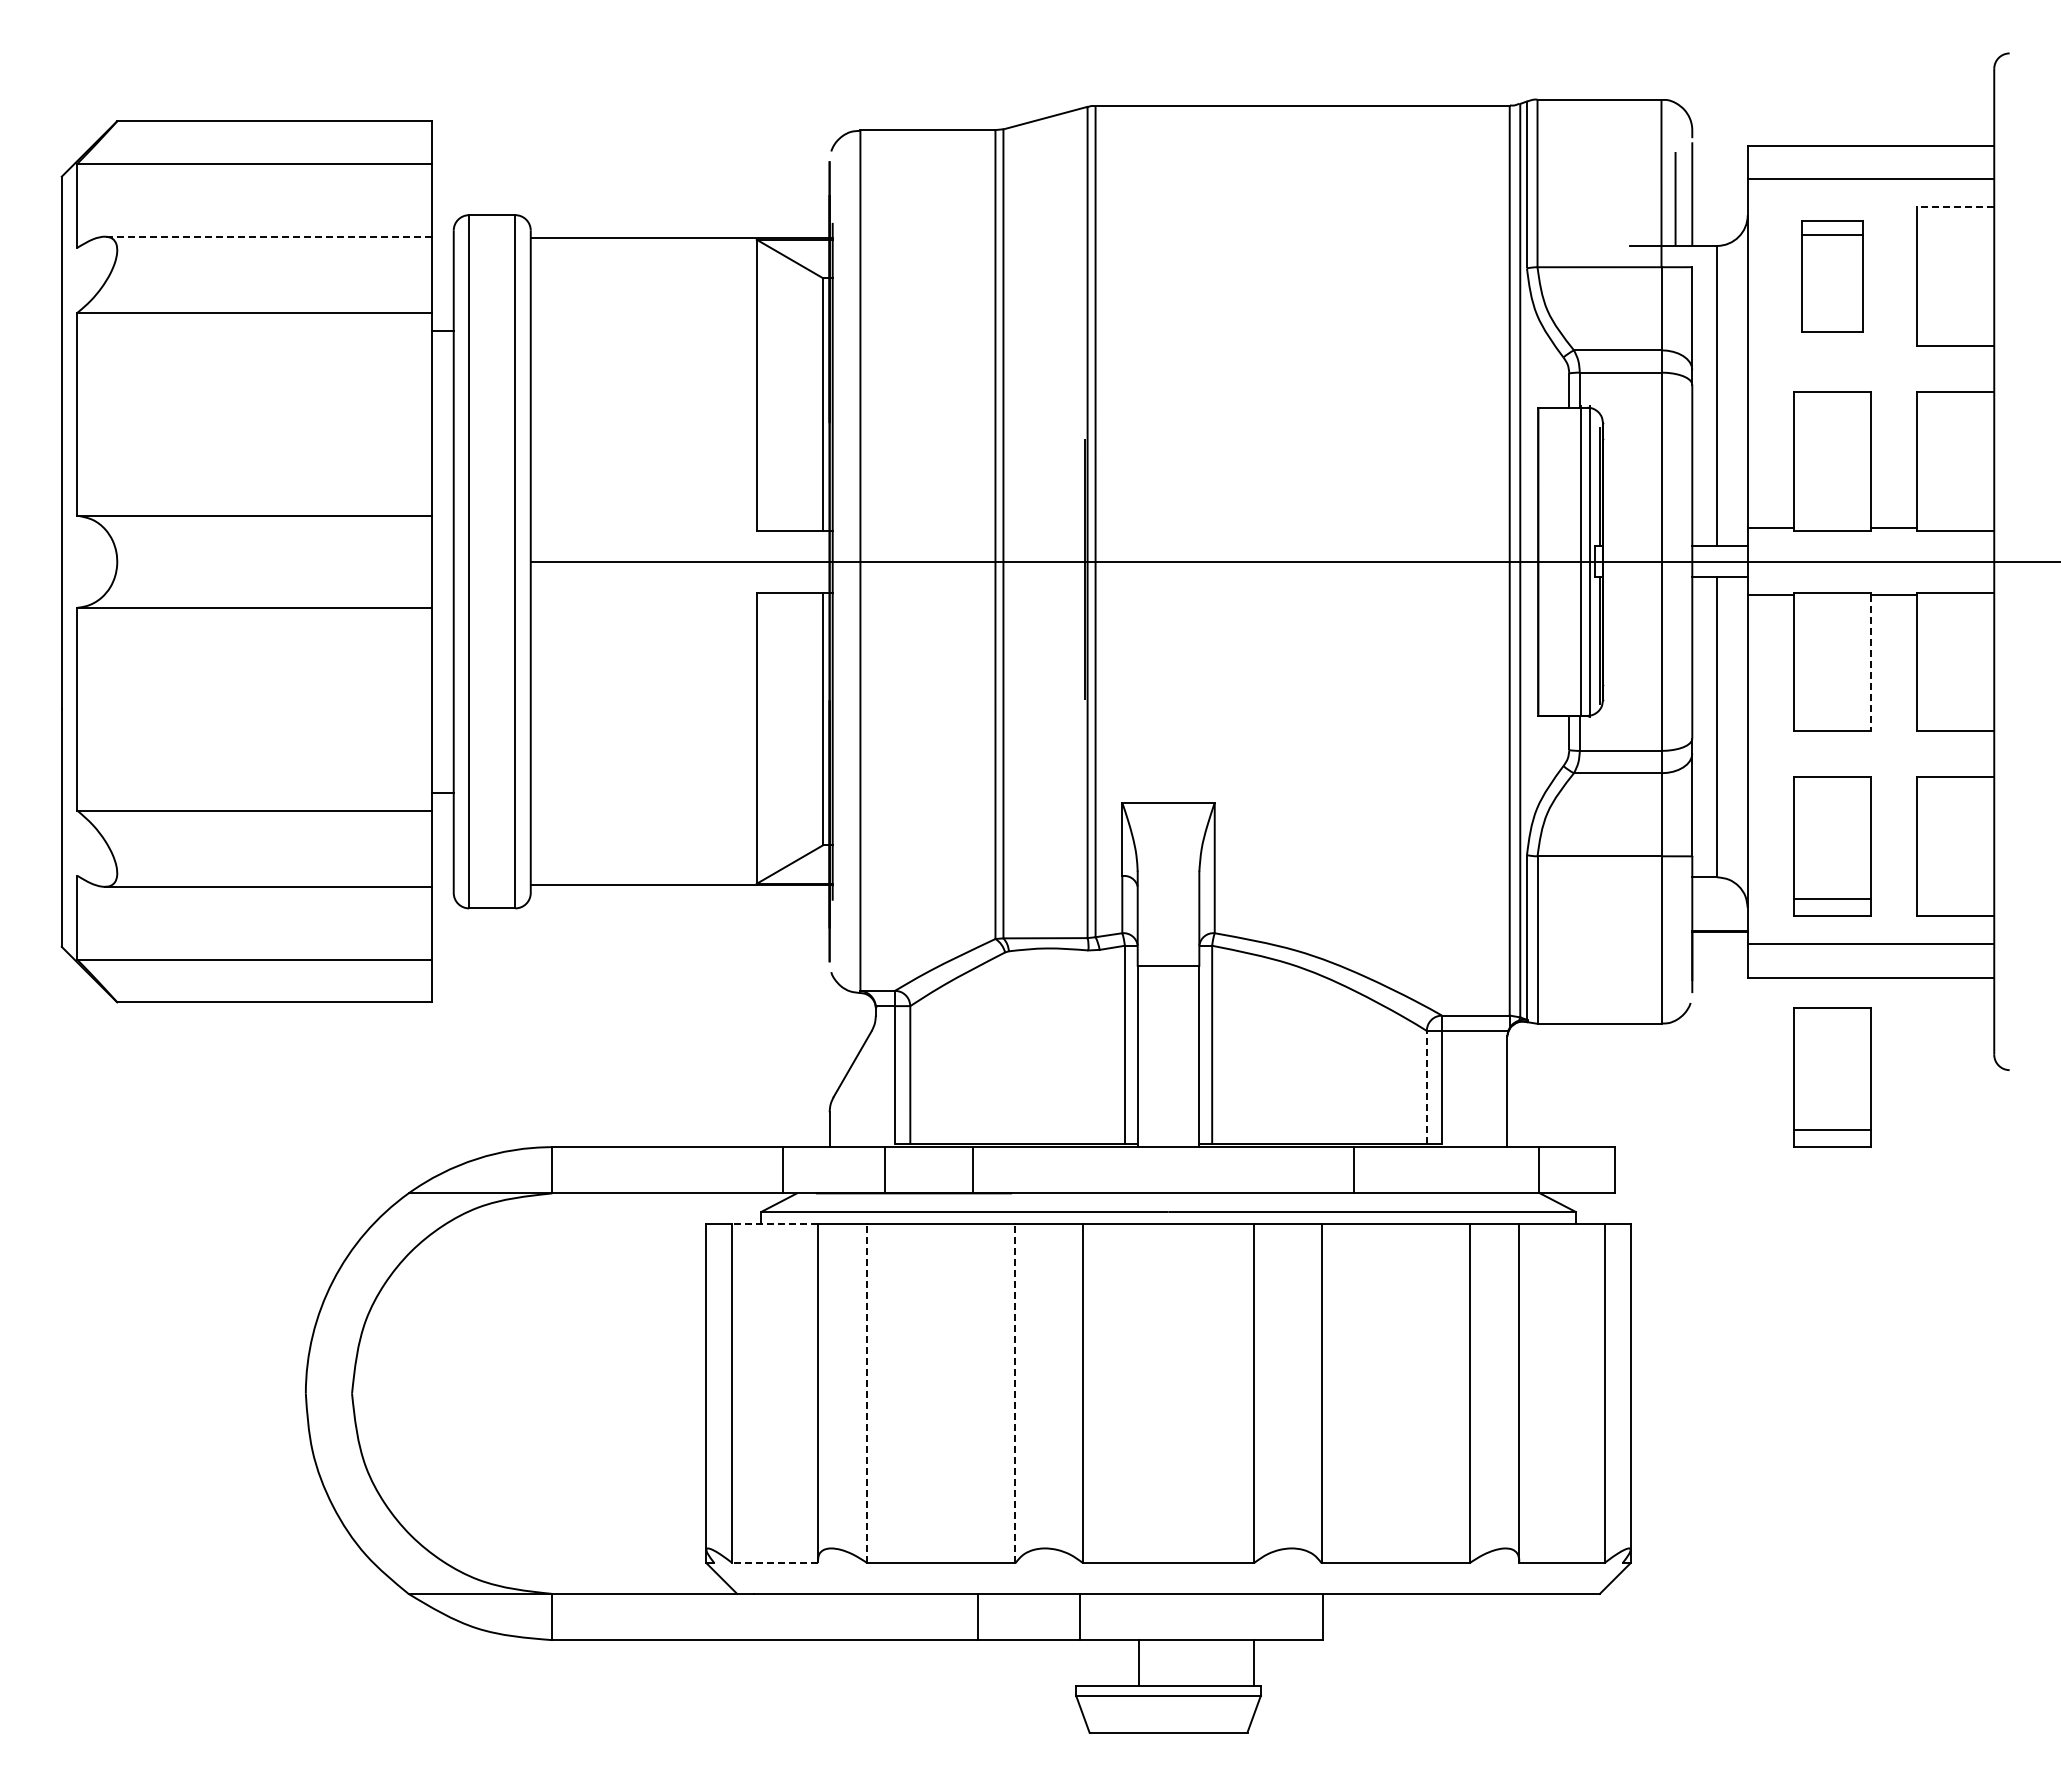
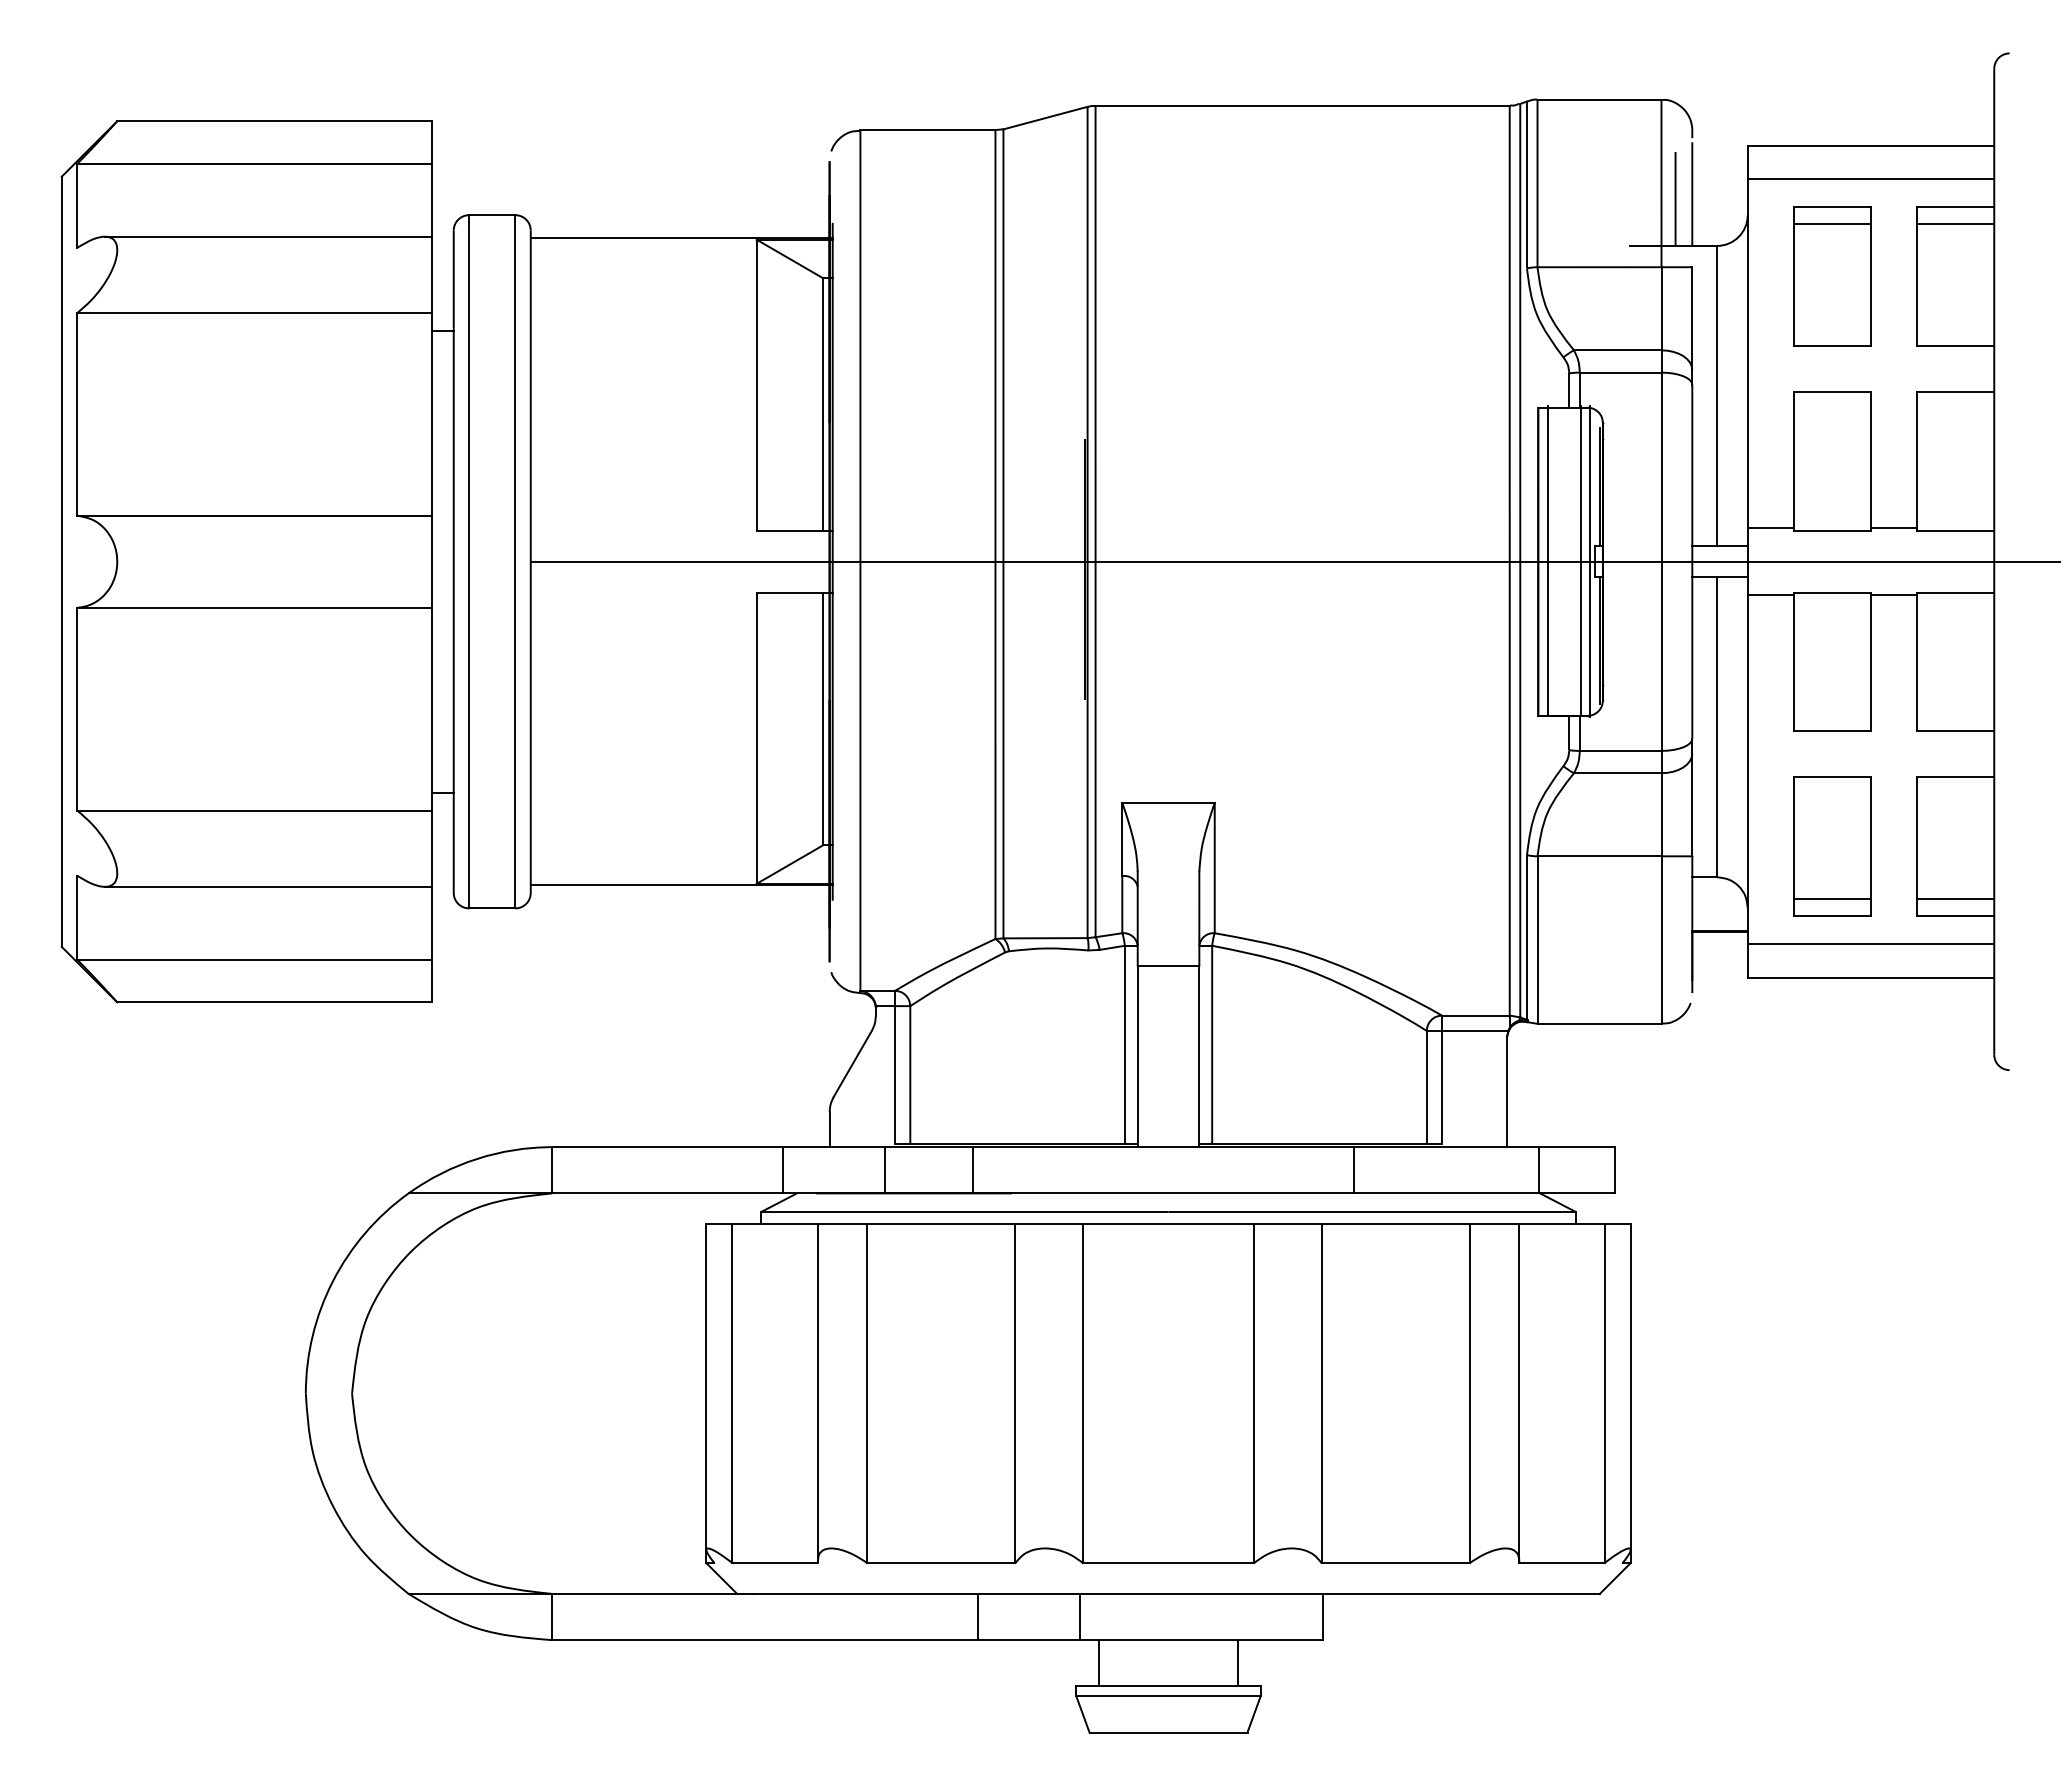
line at (1955, 207): dashed -> solid
line at (1955, 224): none -> present
line at (267, 236): dashed -> solid
part at (1832, 276) size: 63x113 px -> 79x141 px
line at (1547, 560): none -> present
line at (1871, 663): dashed -> solid
line at (1955, 899): none -> present
part at (1832, 1077): present -> none
line at (1426, 1086): dashed -> solid
line at (775, 1224): dashed -> solid
line at (867, 1393): dashed -> solid
line at (1015, 1393): dashed -> solid
line at (775, 1563): dashed -> solid
line at (1139, 1663) position: (1139, 1663) -> (1099, 1663)
line at (1253, 1663) position: (1253, 1663) -> (1237, 1663)
